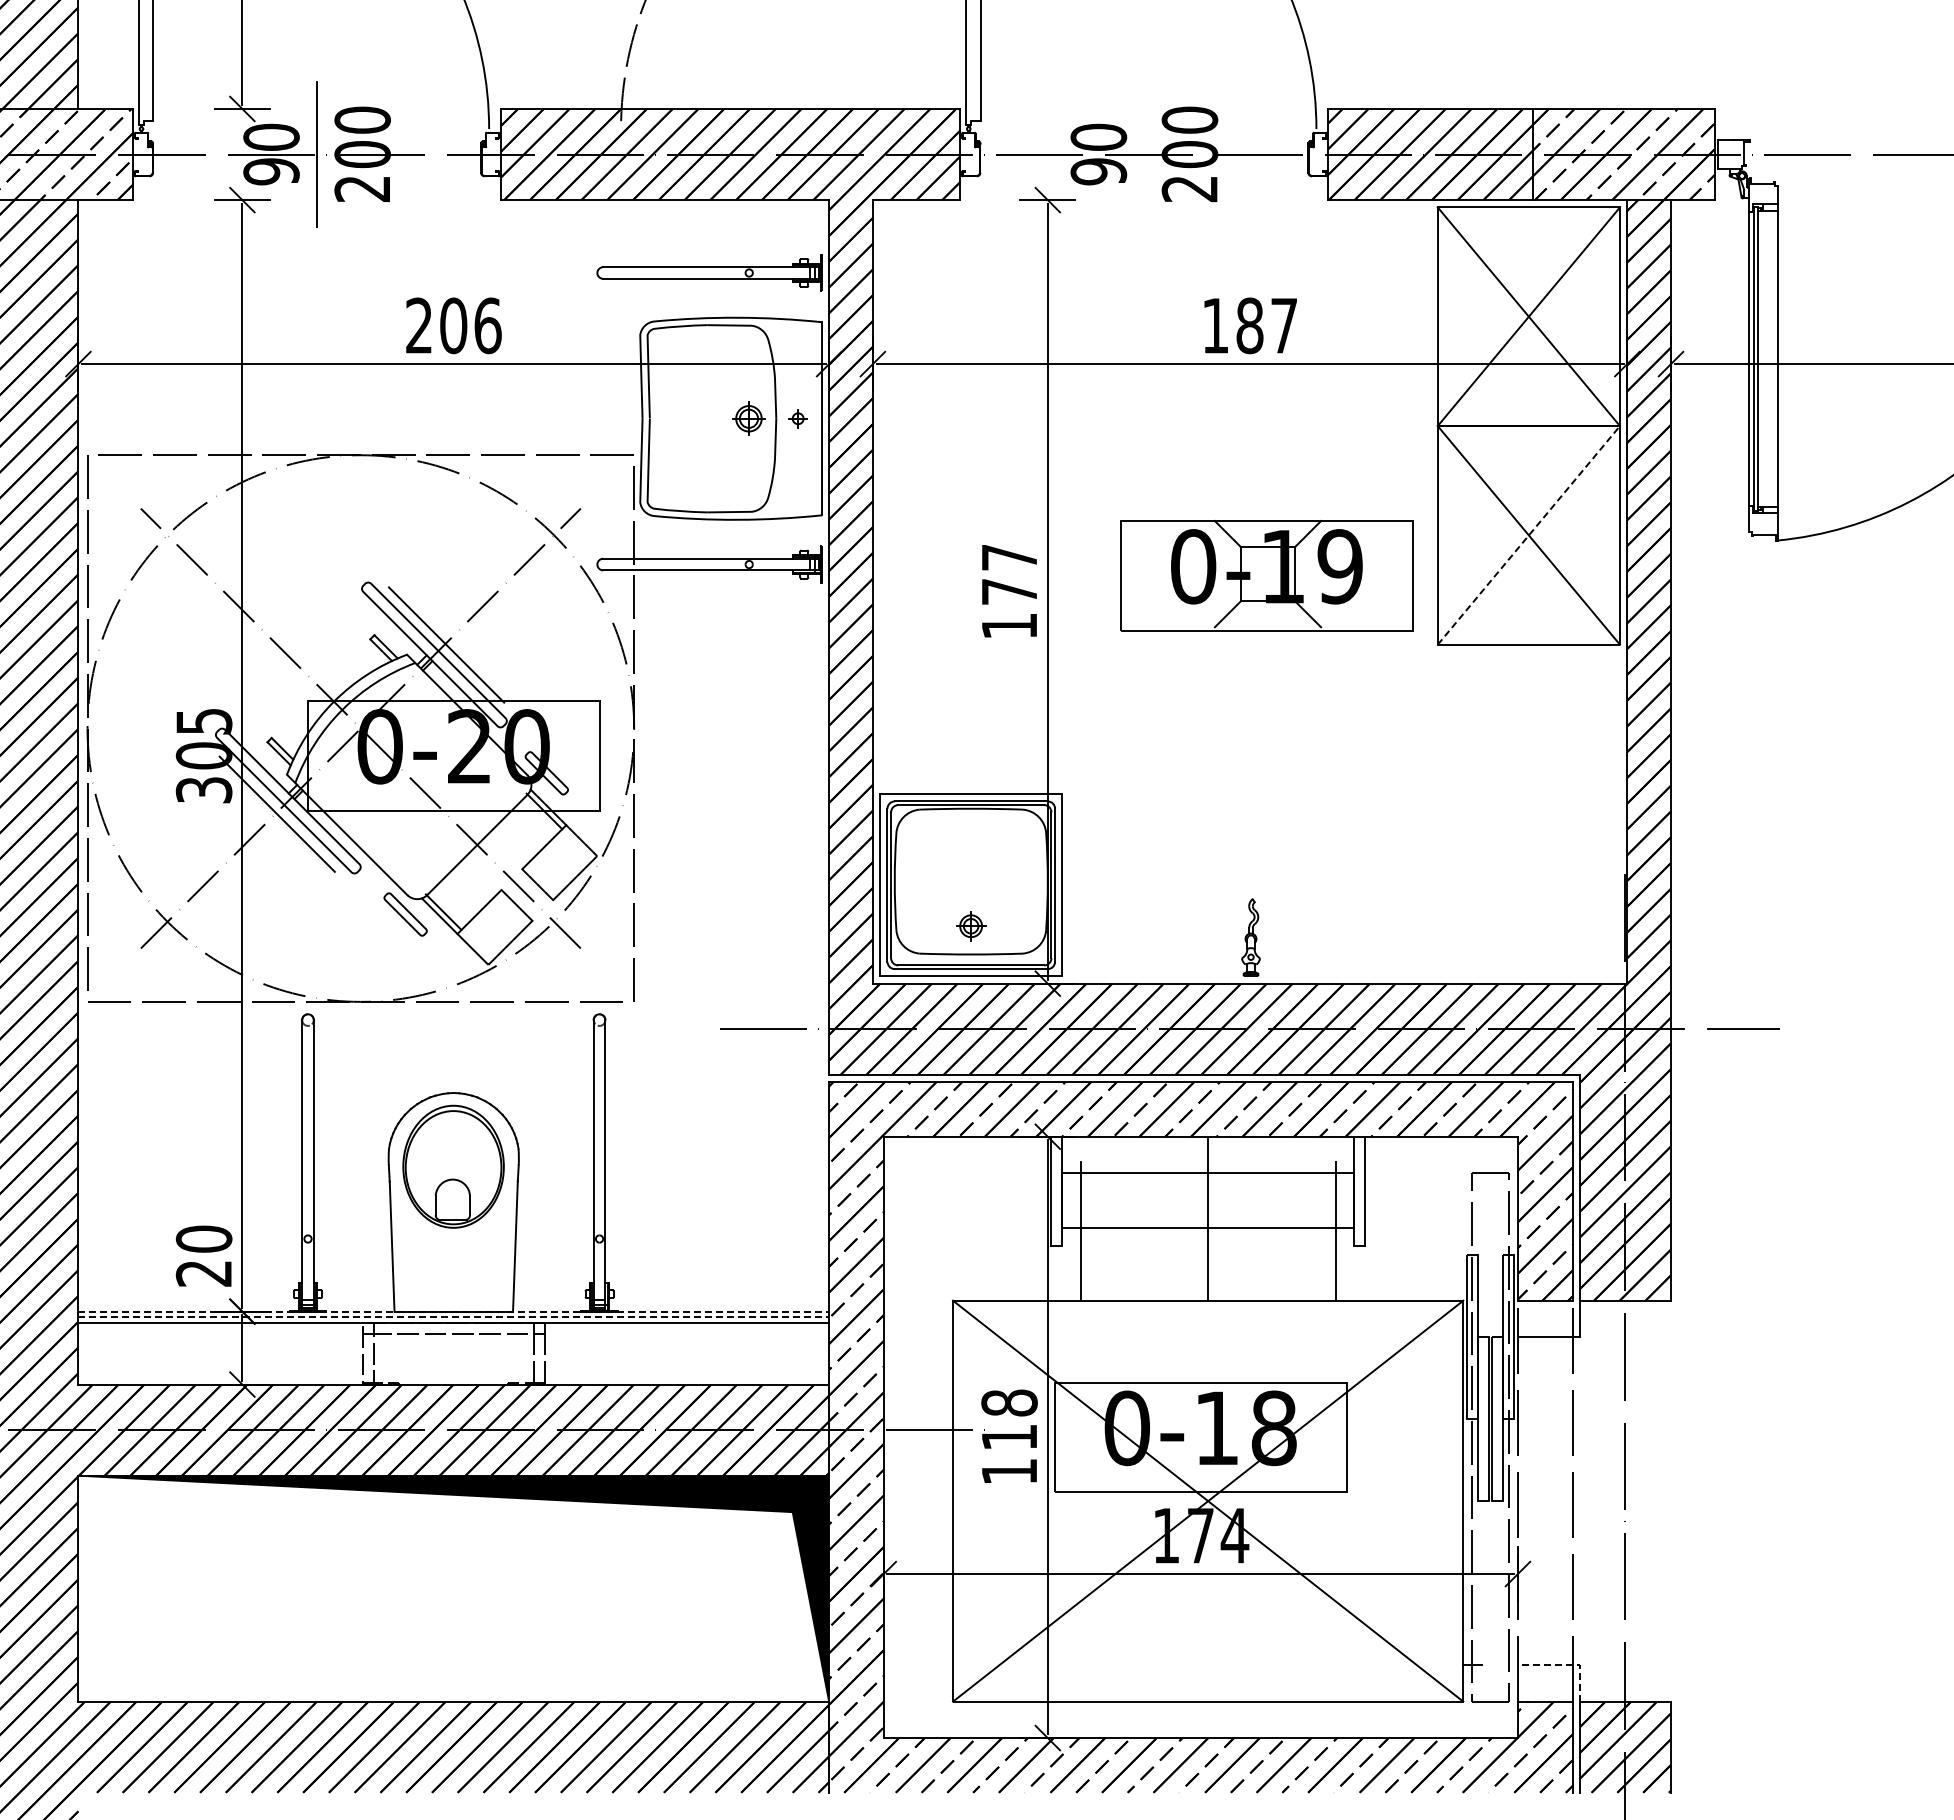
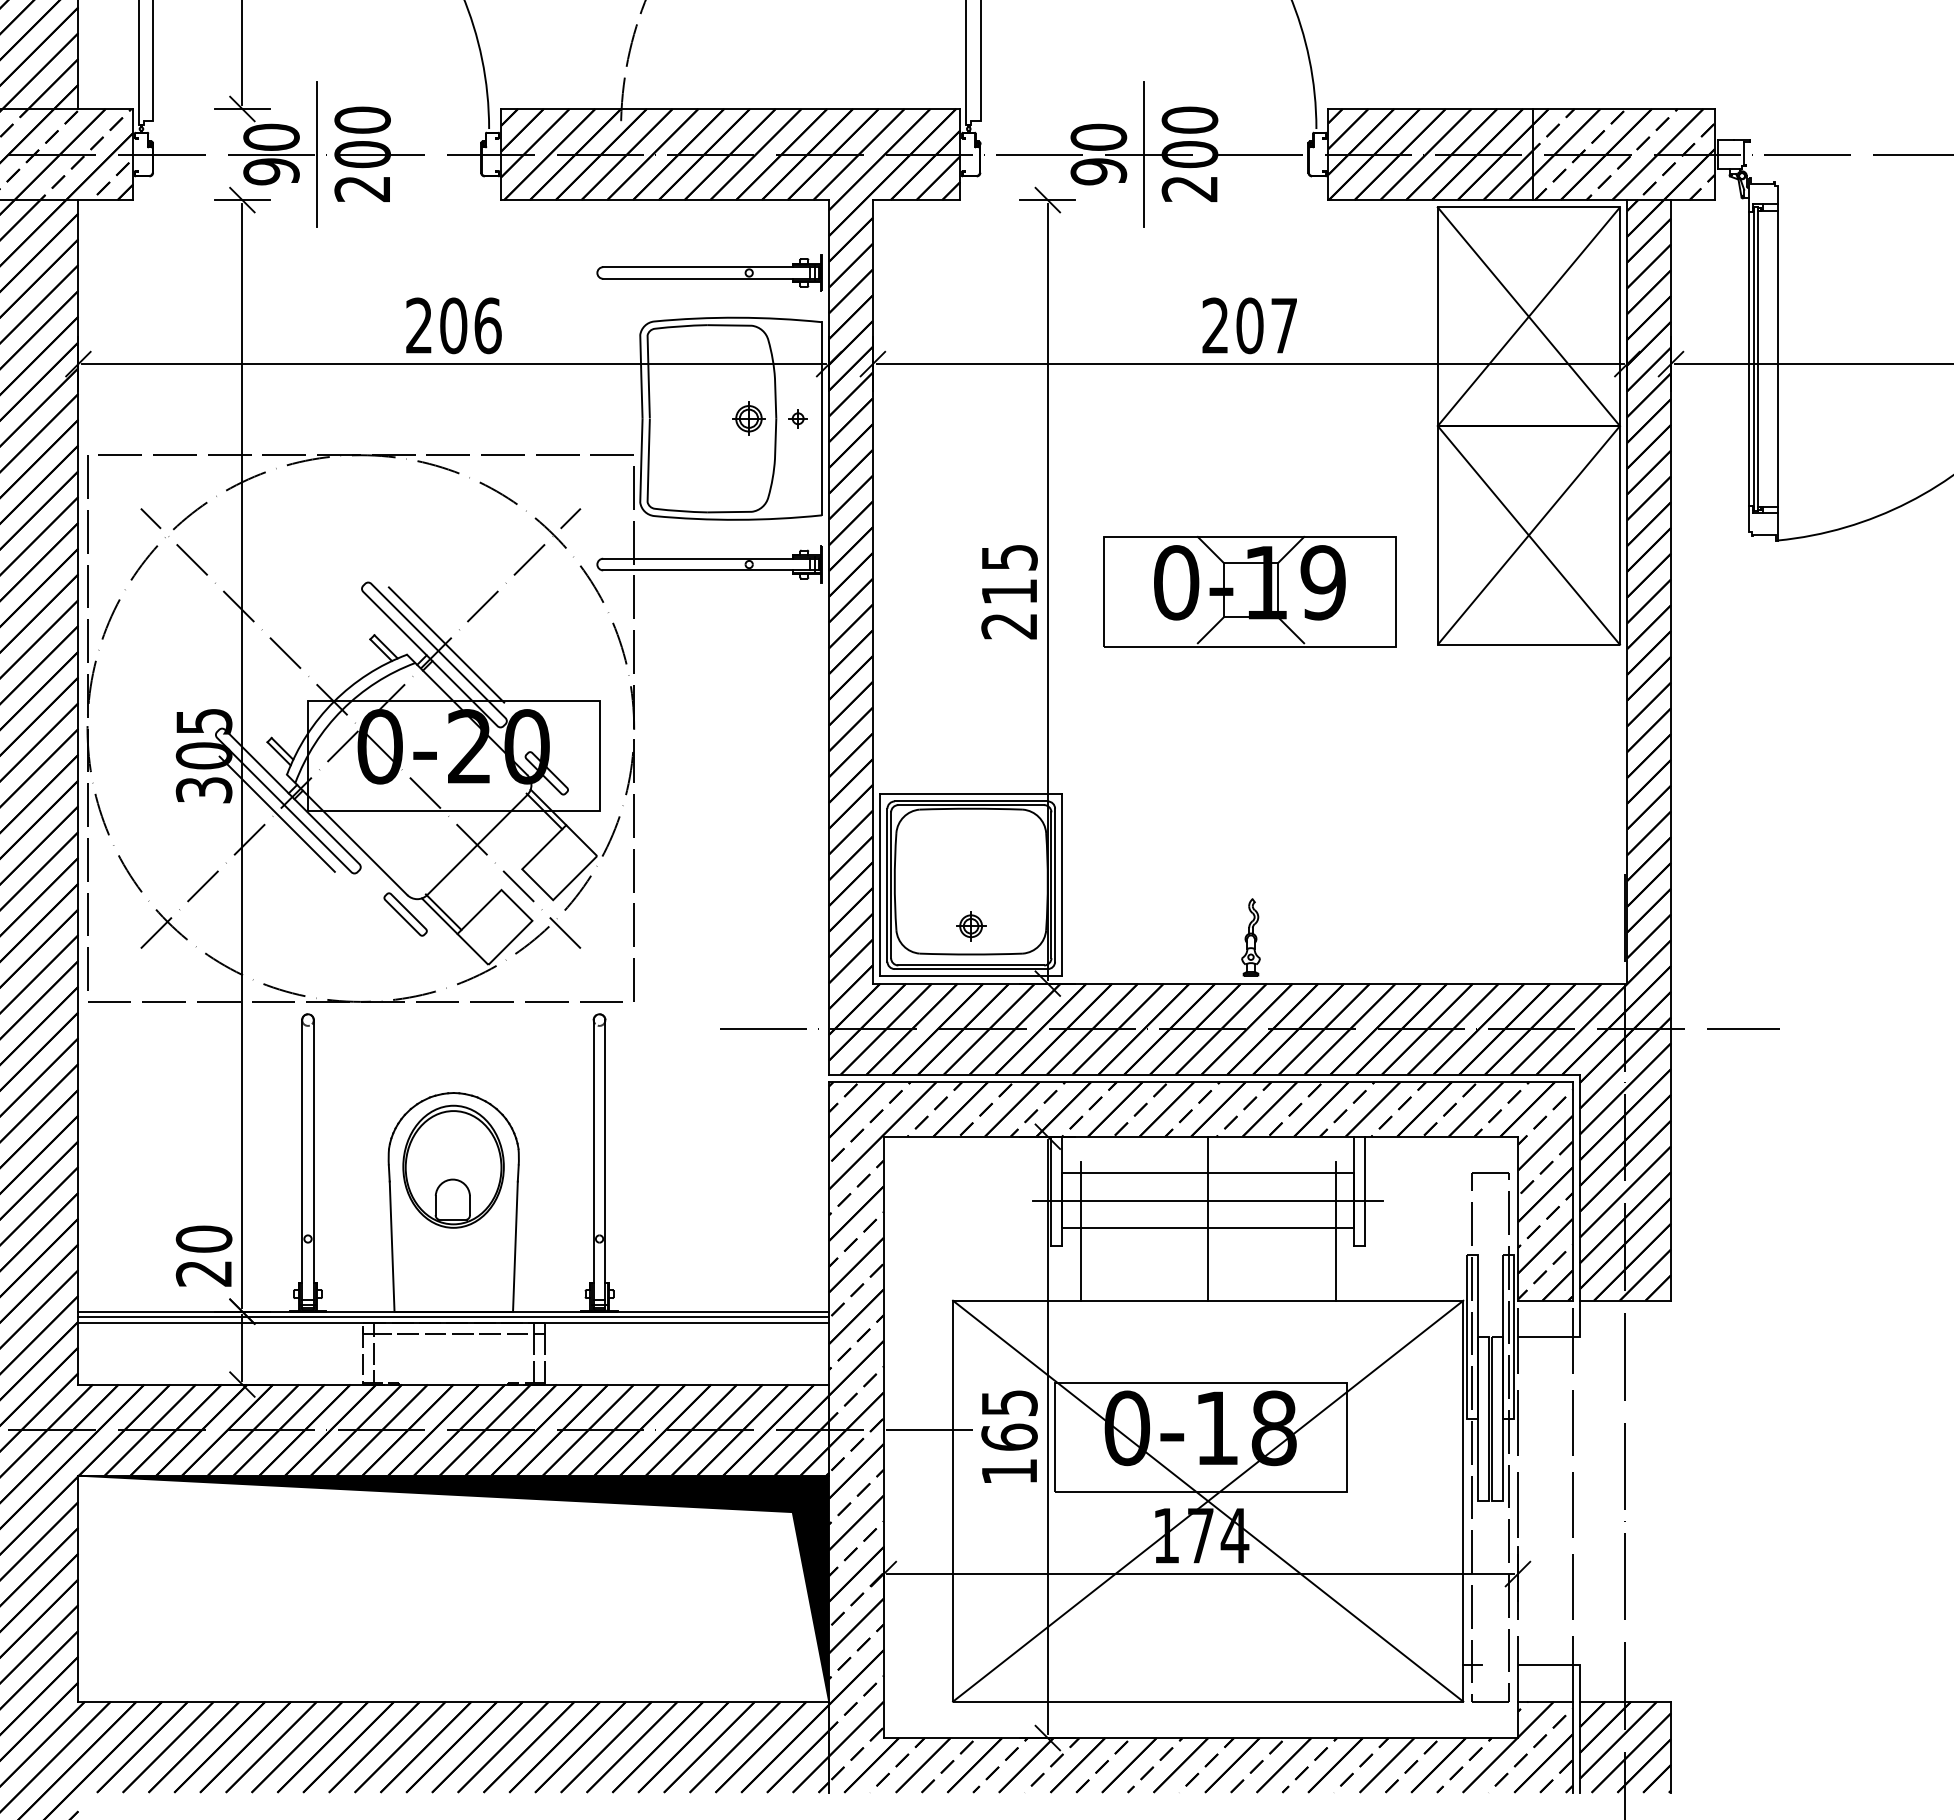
line at (1144, 154): none -> present
text at (1232, 325): 187 -> 207
line at (1529, 535): dashed -> solid
part at (1266, 575) position: (1266, 575) -> (1249, 591)
text at (1009, 592): 177 -> 215
line at (1208, 1200): none -> present
line at (454, 1311): dashed -> solid
line at (454, 1317): dashed -> solid
text at (1009, 1419): 118 -> 165
line at (1567, 1665): dashed -> solid
